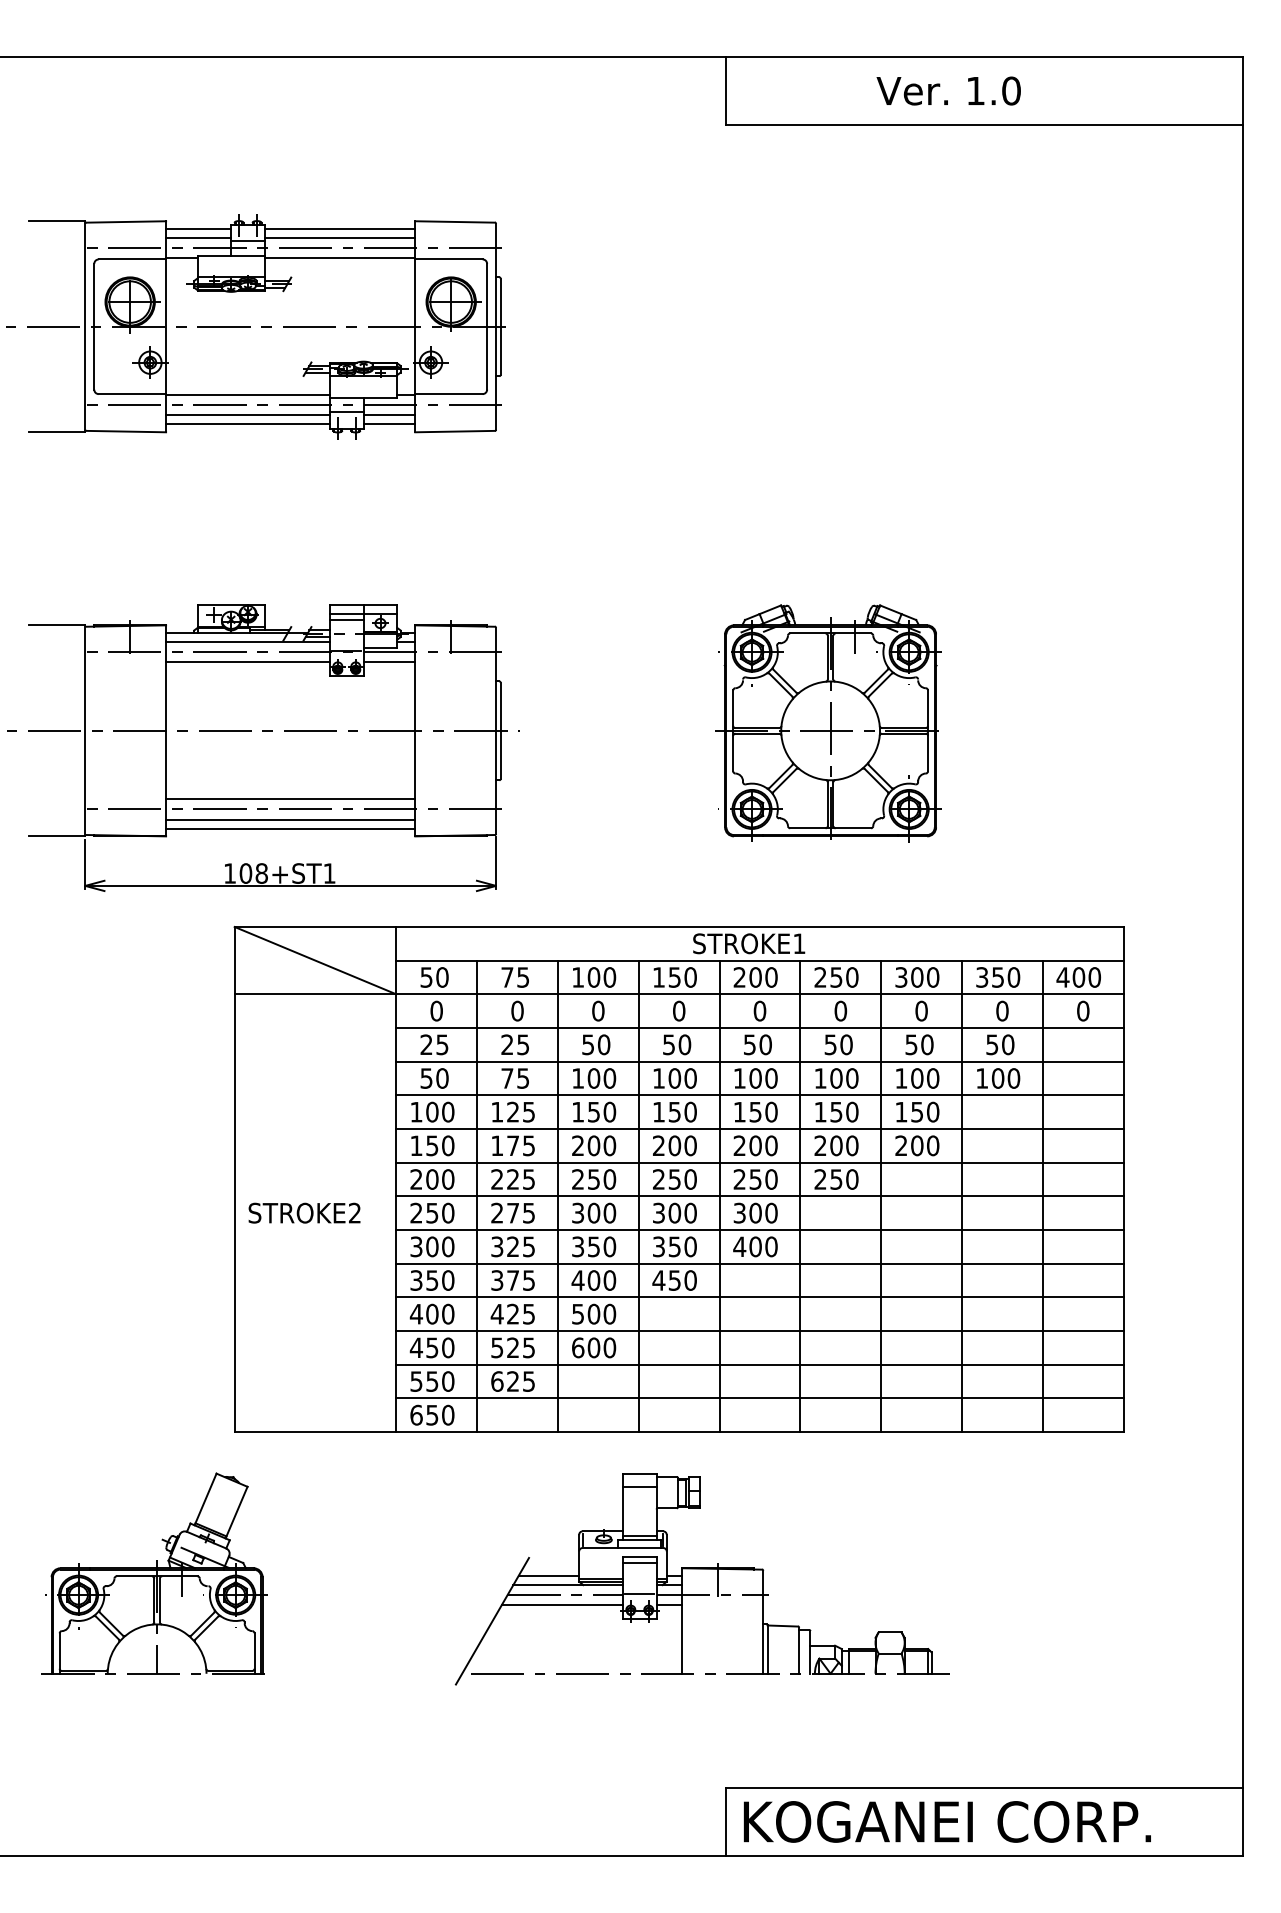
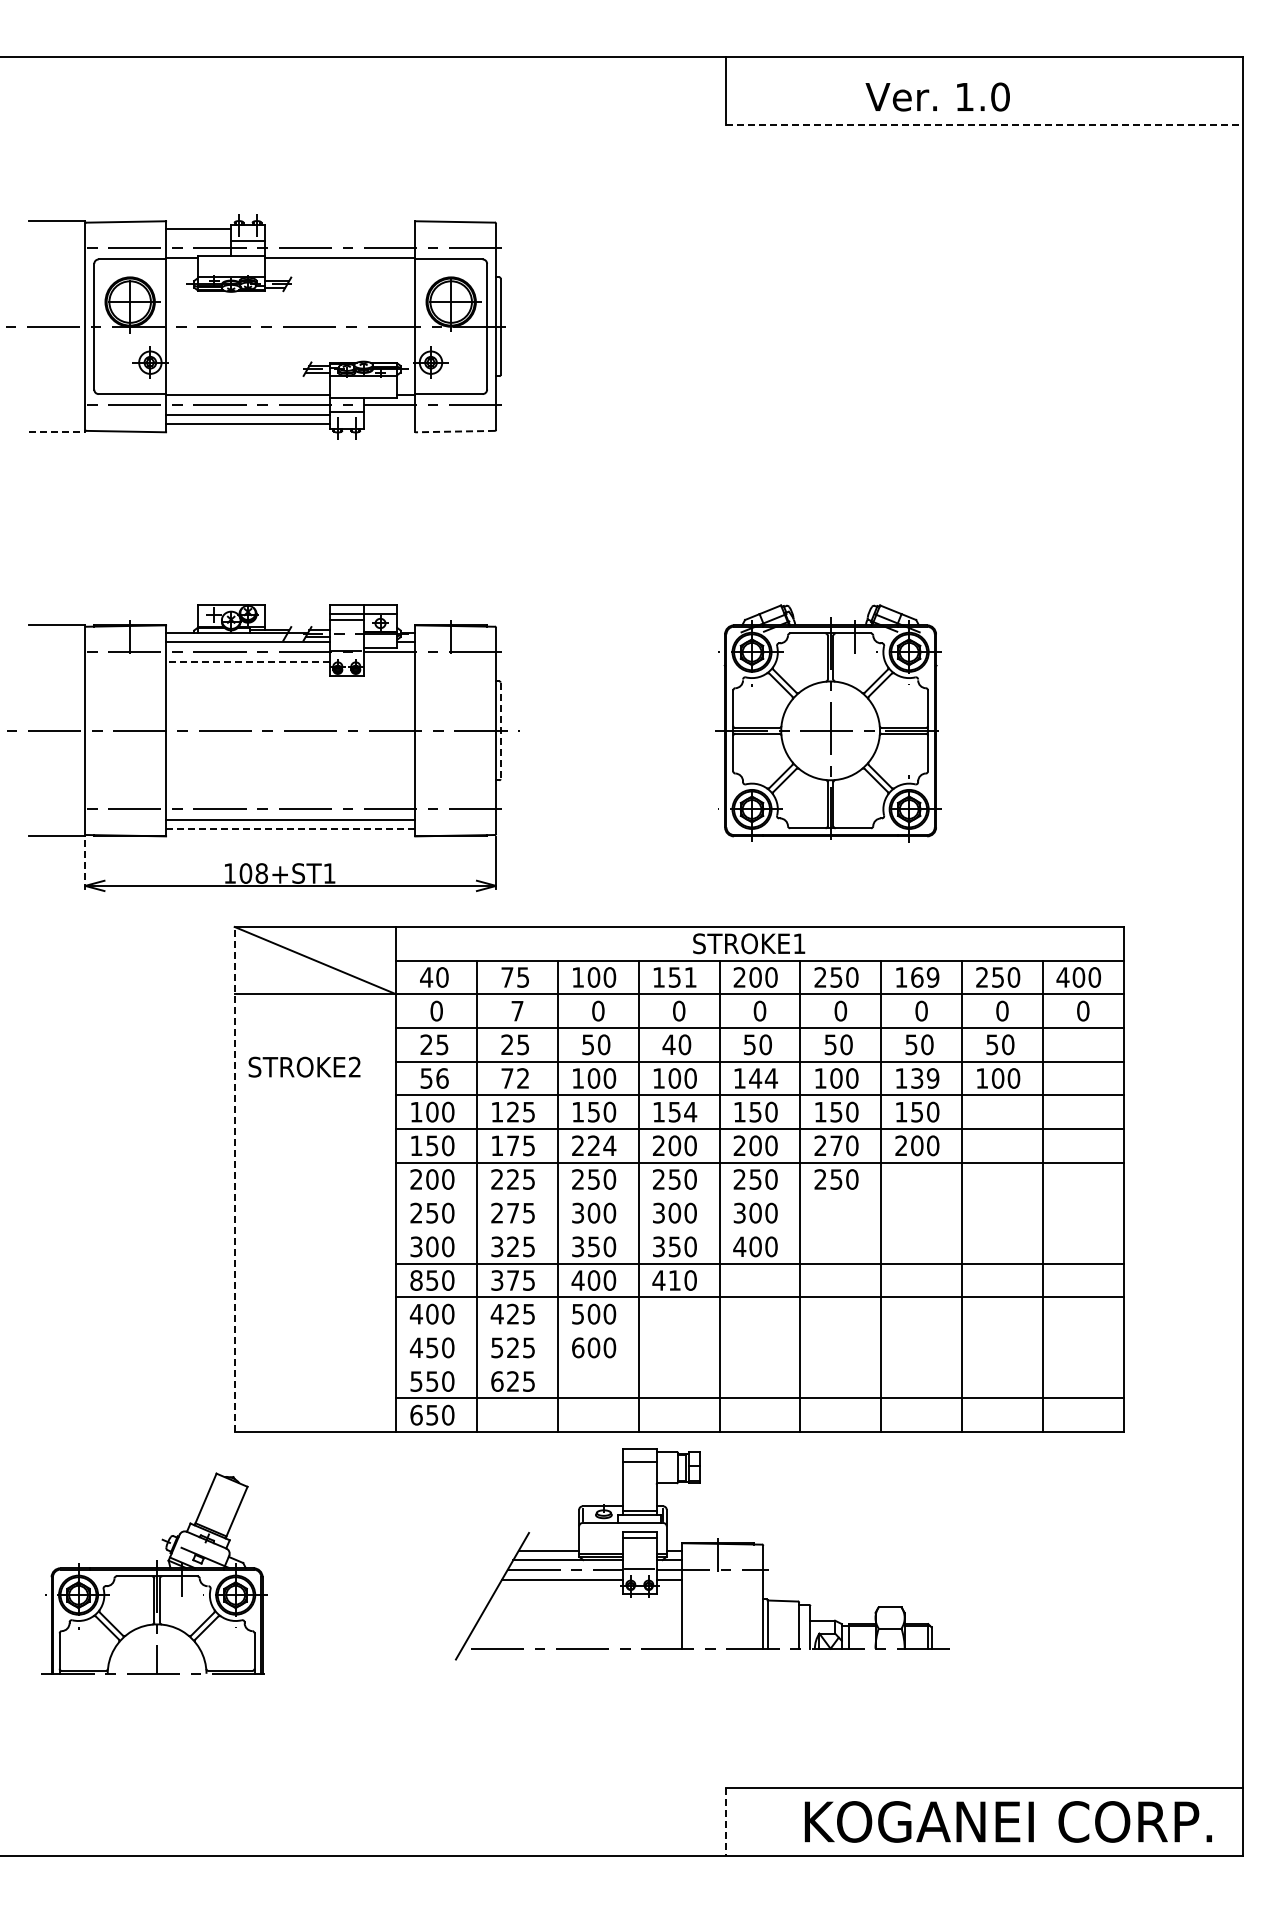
text at (948, 90) position: (948, 90) -> (937, 96)
line at (984, 124): solid -> dashed
line at (339, 229): present -> none
line at (198, 238): present -> none
line at (339, 238): present -> none
line at (389, 415): present -> none
line at (389, 424): present -> none
line at (455, 431): solid -> dashed
line at (57, 432): solid -> dashed
line at (248, 662): solid -> dashed
line at (389, 662): present -> none
line at (500, 731): solid -> dashed
line at (290, 799): present -> none
line at (290, 828): solid -> dashed
line at (85, 863): solid -> dashed
text at (426, 977): 50 -> 40
text at (690, 977): 150 -> 151
text at (917, 977): 300 -> 169
text at (982, 977): 350 -> 250
text at (517, 1010): 0 -> 7
text at (668, 1044): 50 -> 40
text at (442, 1078): 50 -> 56
text at (522, 1078): 75 -> 72
text at (763, 1078): 100 -> 144
text at (925, 1078): 100 -> 139
text at (690, 1111): 150 -> 154
text at (601, 1145): 200 -> 224
text at (836, 1145): 200 -> 270
line at (234, 1179): solid -> dashed
line at (759, 1196): present -> none
text at (304, 1212) position: (304, 1212) -> (304, 1066)
line at (759, 1230): present -> none
text at (416, 1280): 350 -> 850
text at (674, 1280): 450 -> 410
line at (759, 1331): present -> none
line at (759, 1364): present -> none
part at (701, 1569) position: (701, 1569) -> (701, 1544)
line at (726, 1821): solid -> dashed
text at (947, 1821) position: (947, 1821) -> (1008, 1821)
